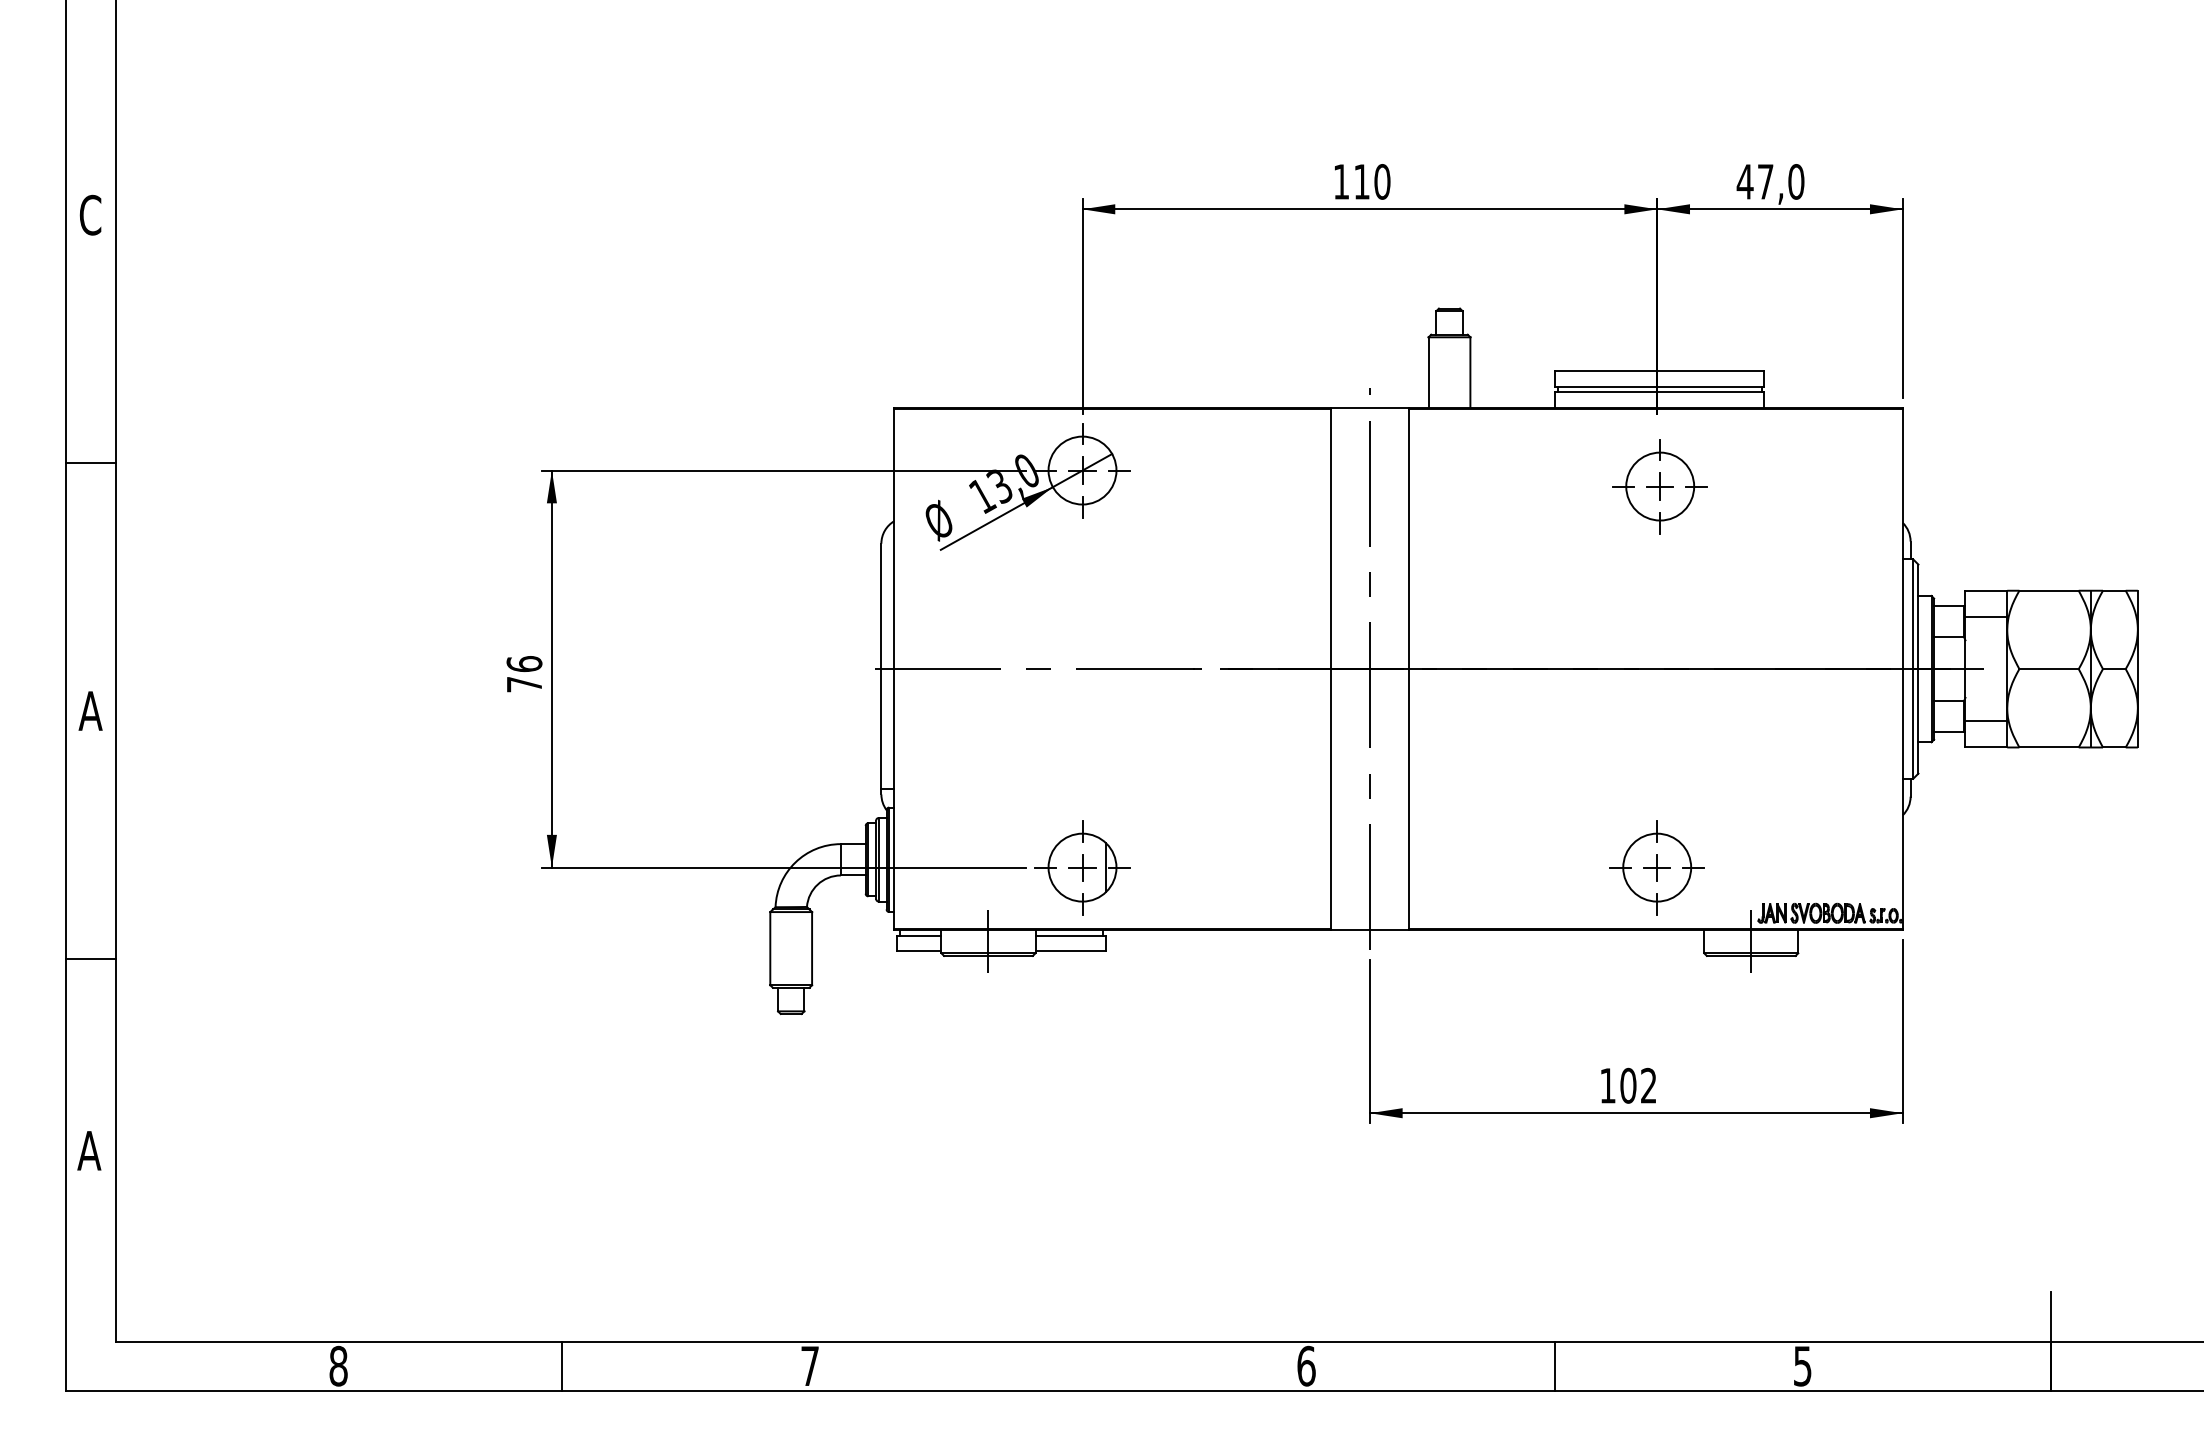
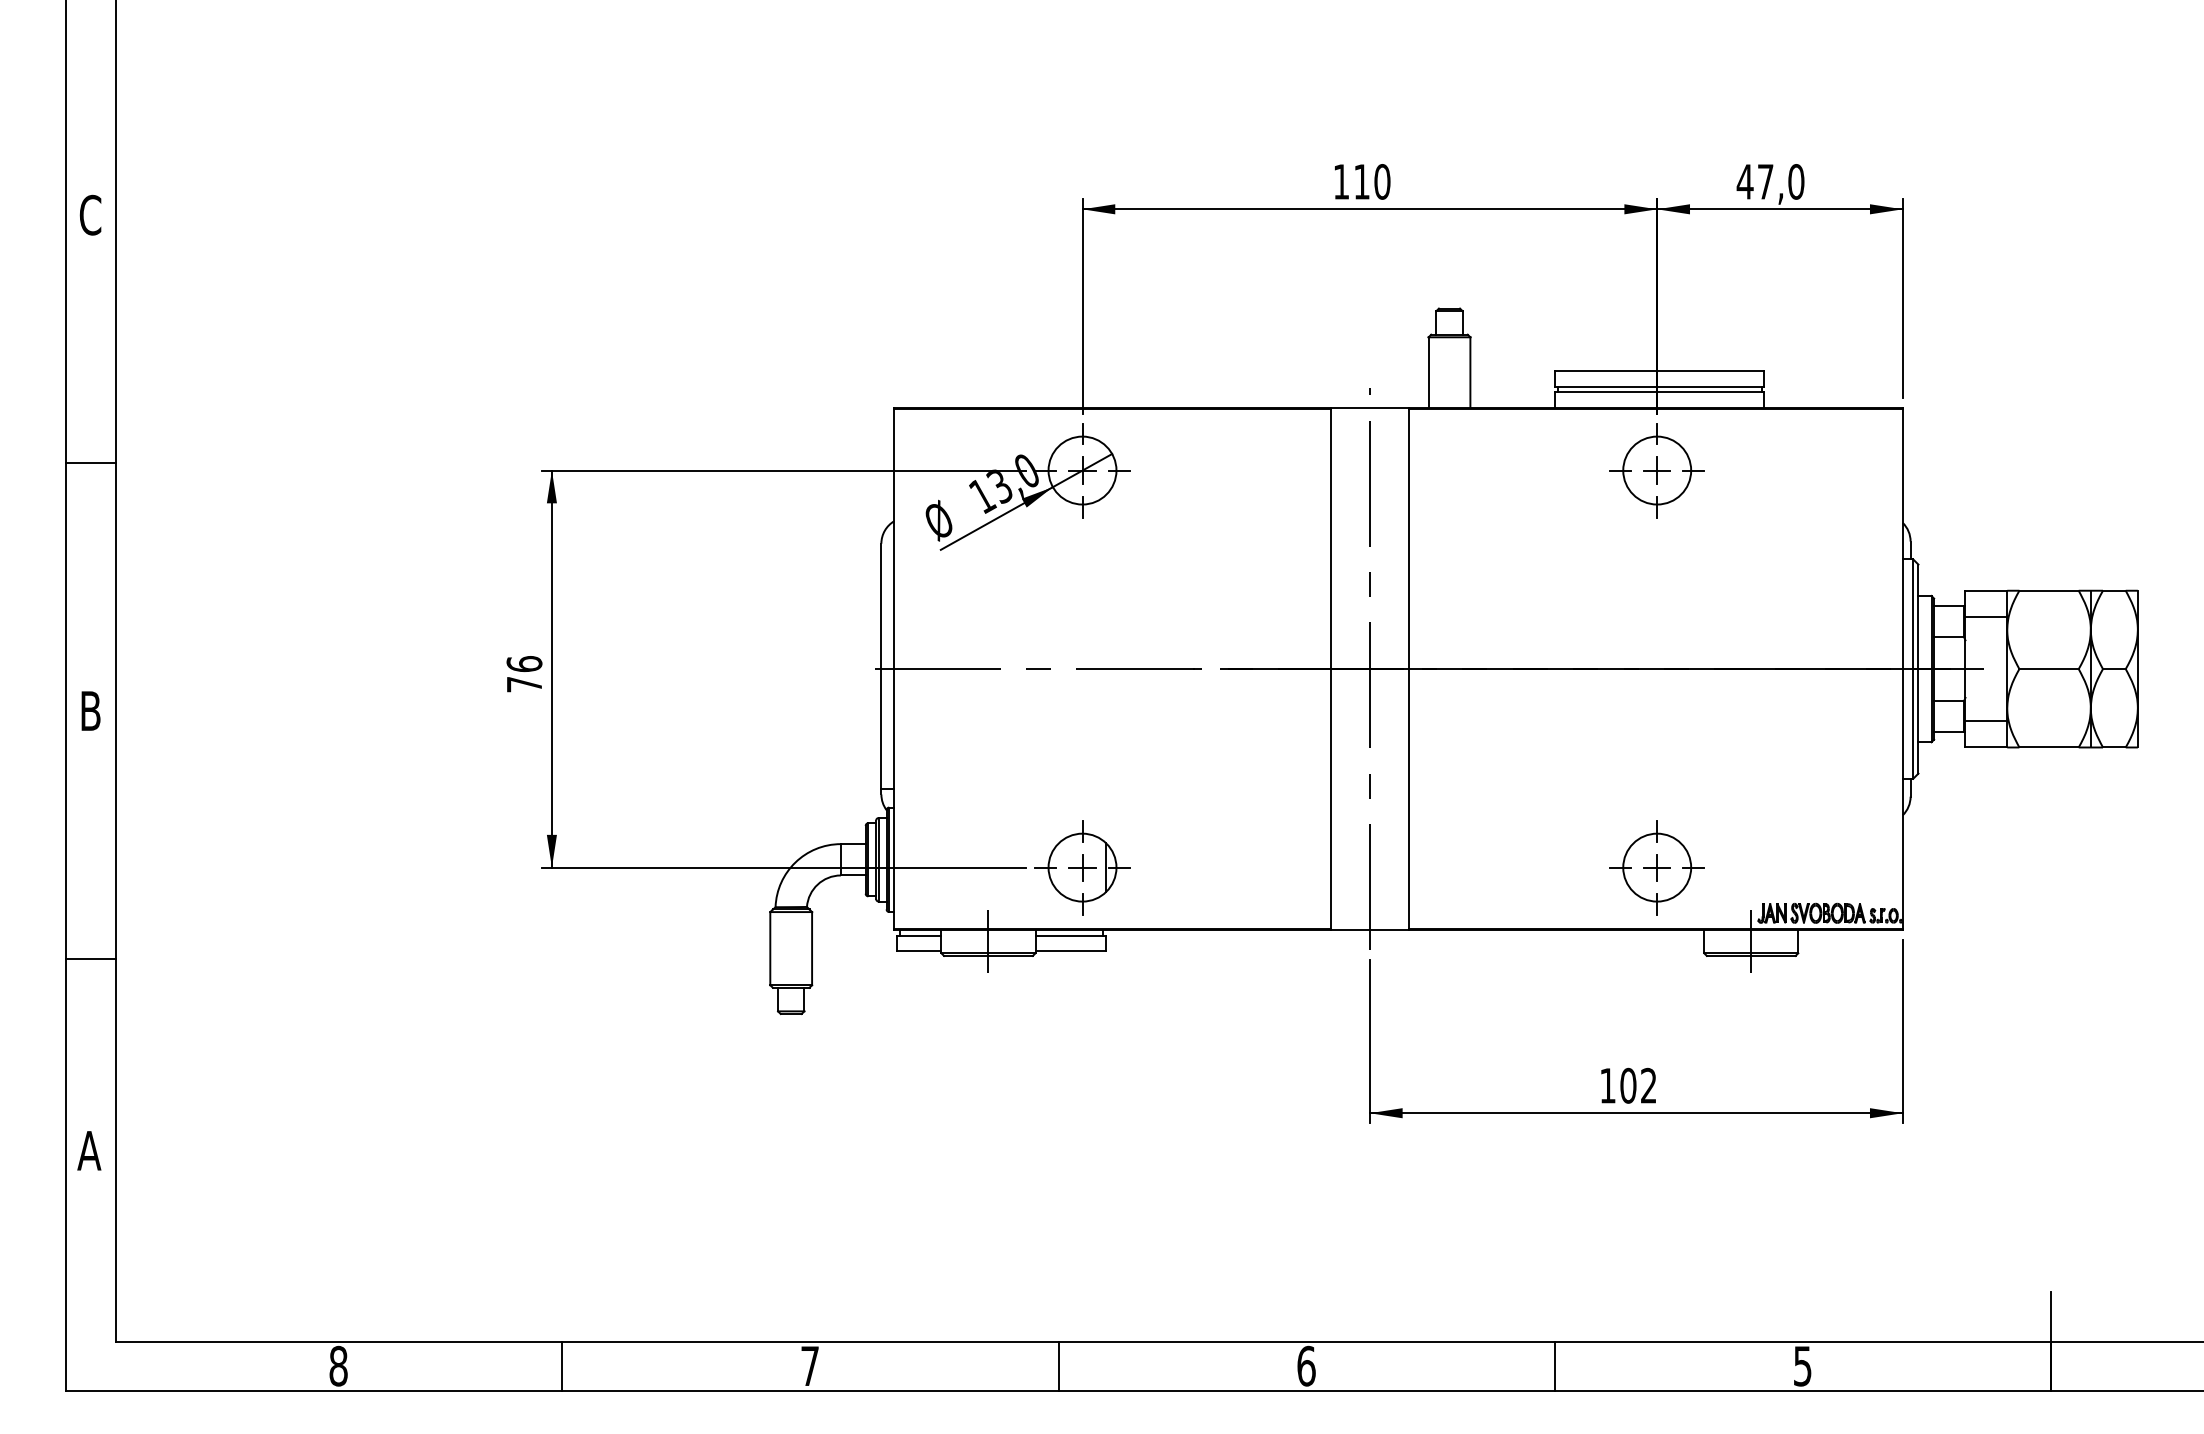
part at (1659, 486) position: (1659, 486) -> (1656, 470)
text at (90, 710): A -> B
line at (1058, 1366): none -> present
